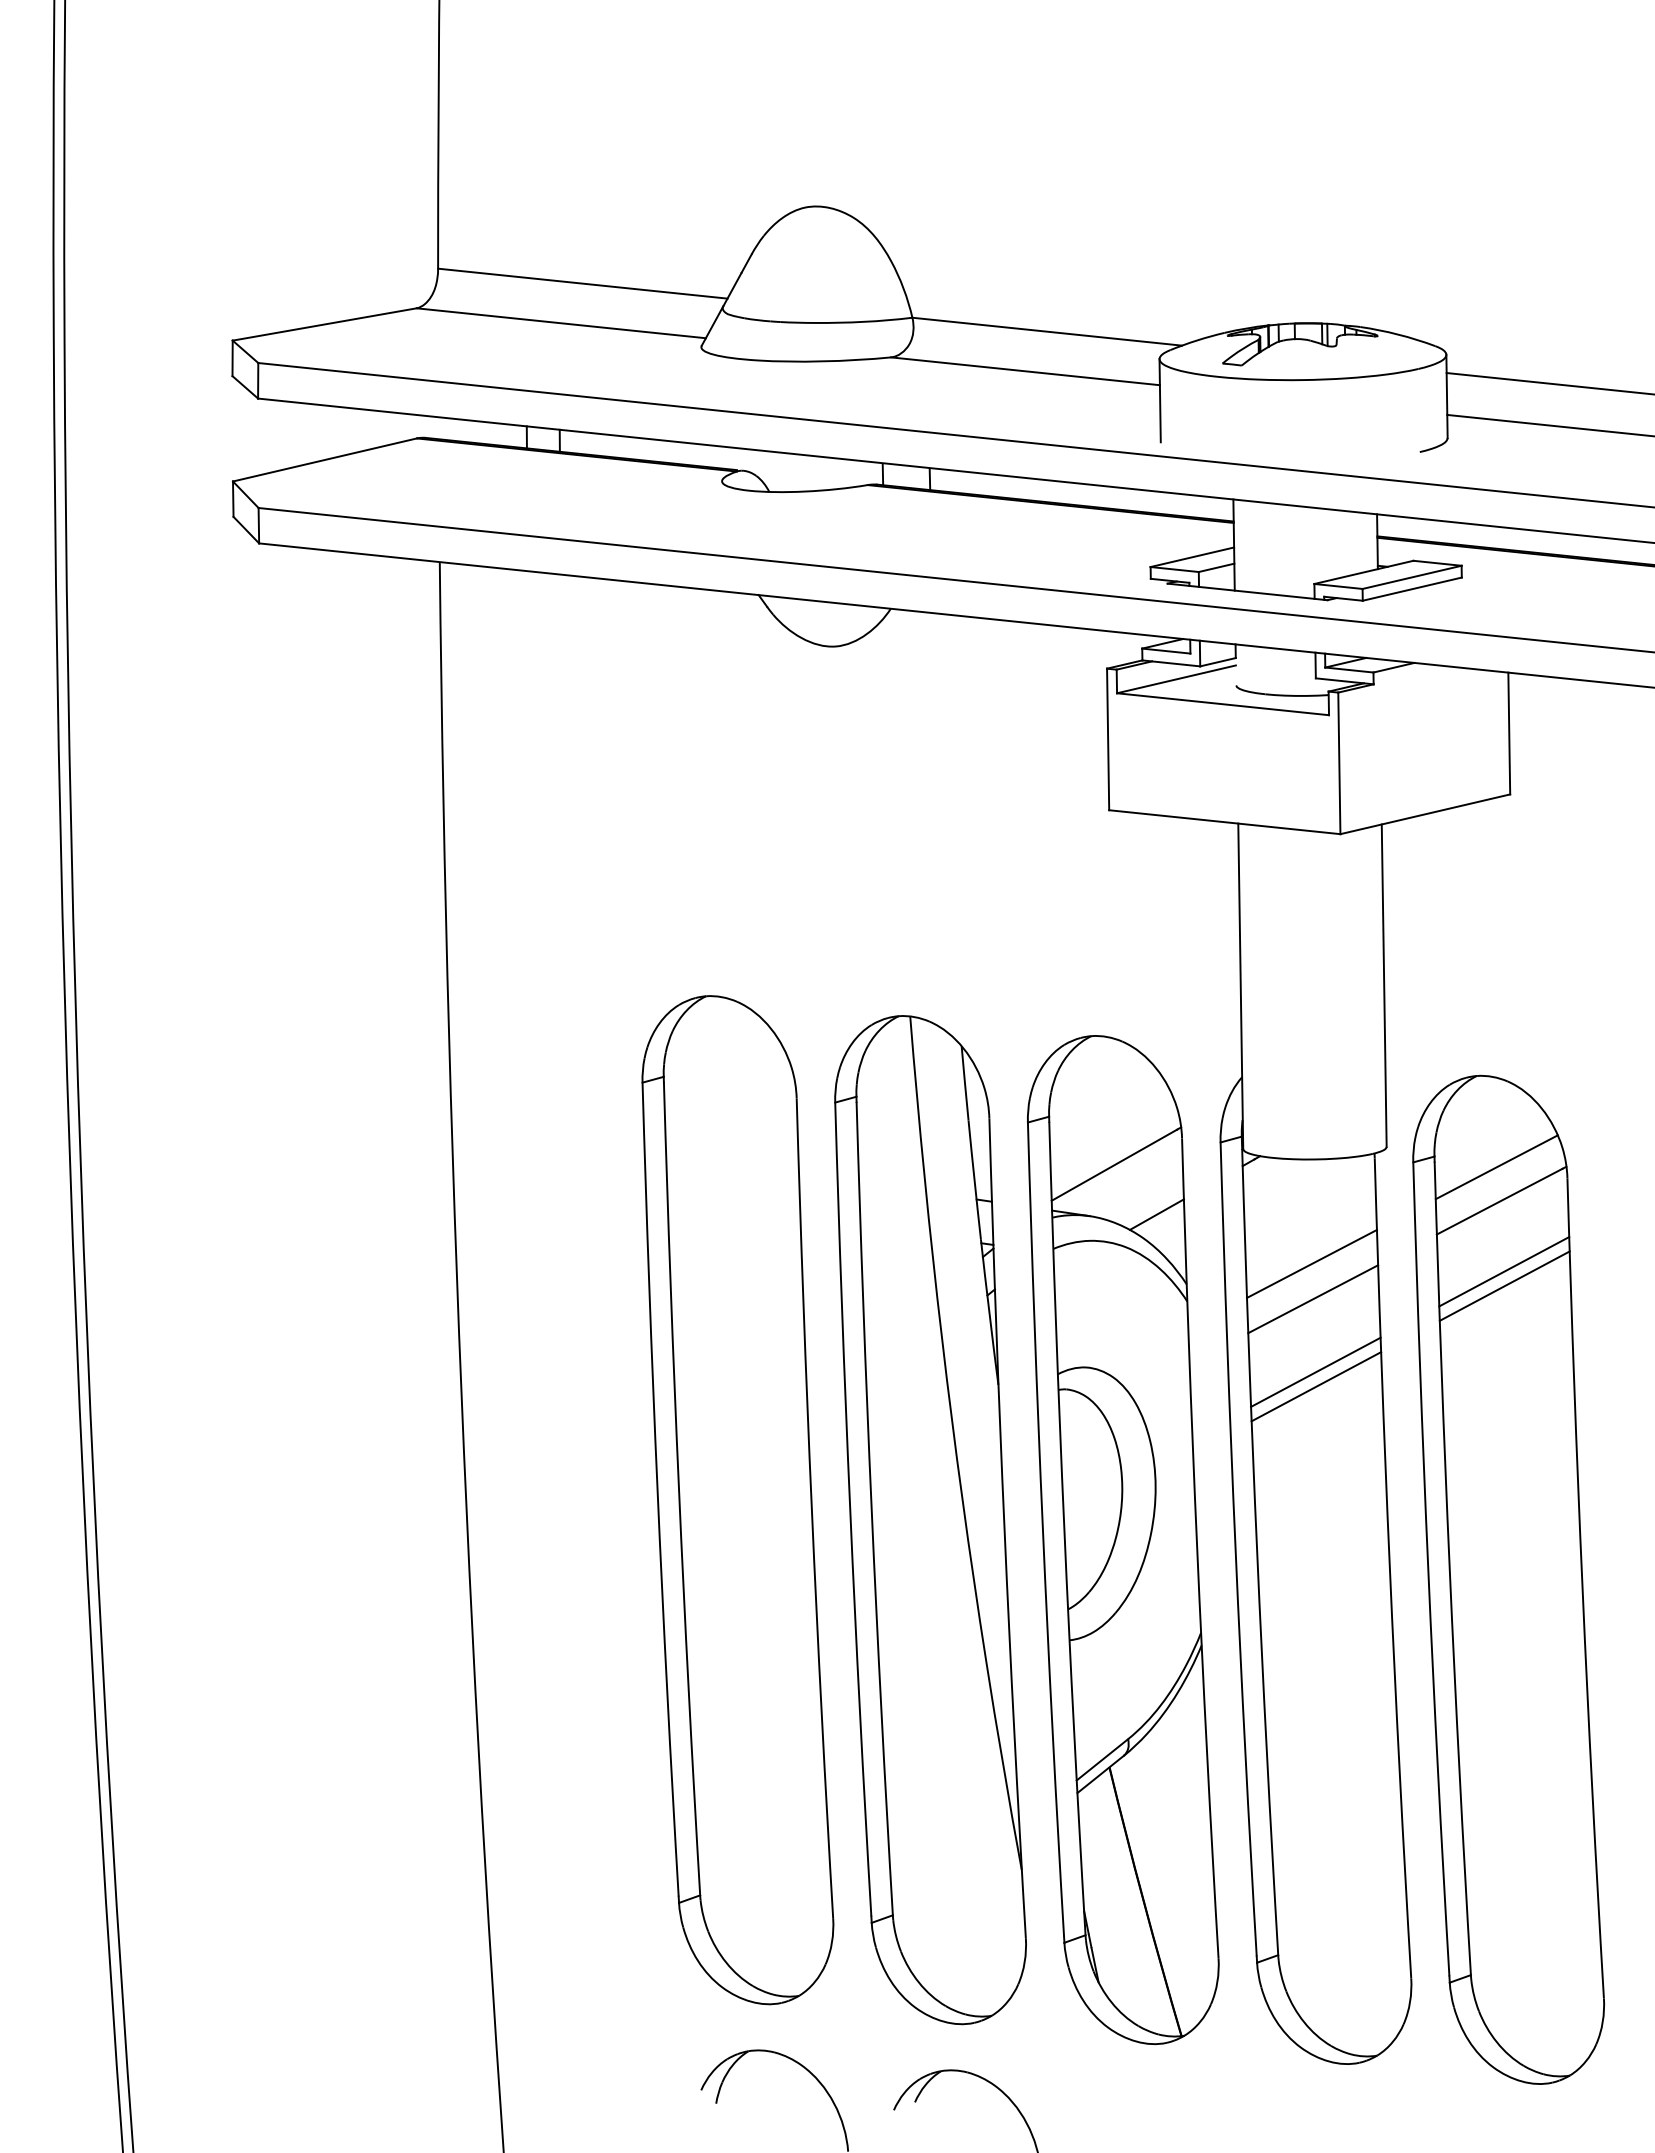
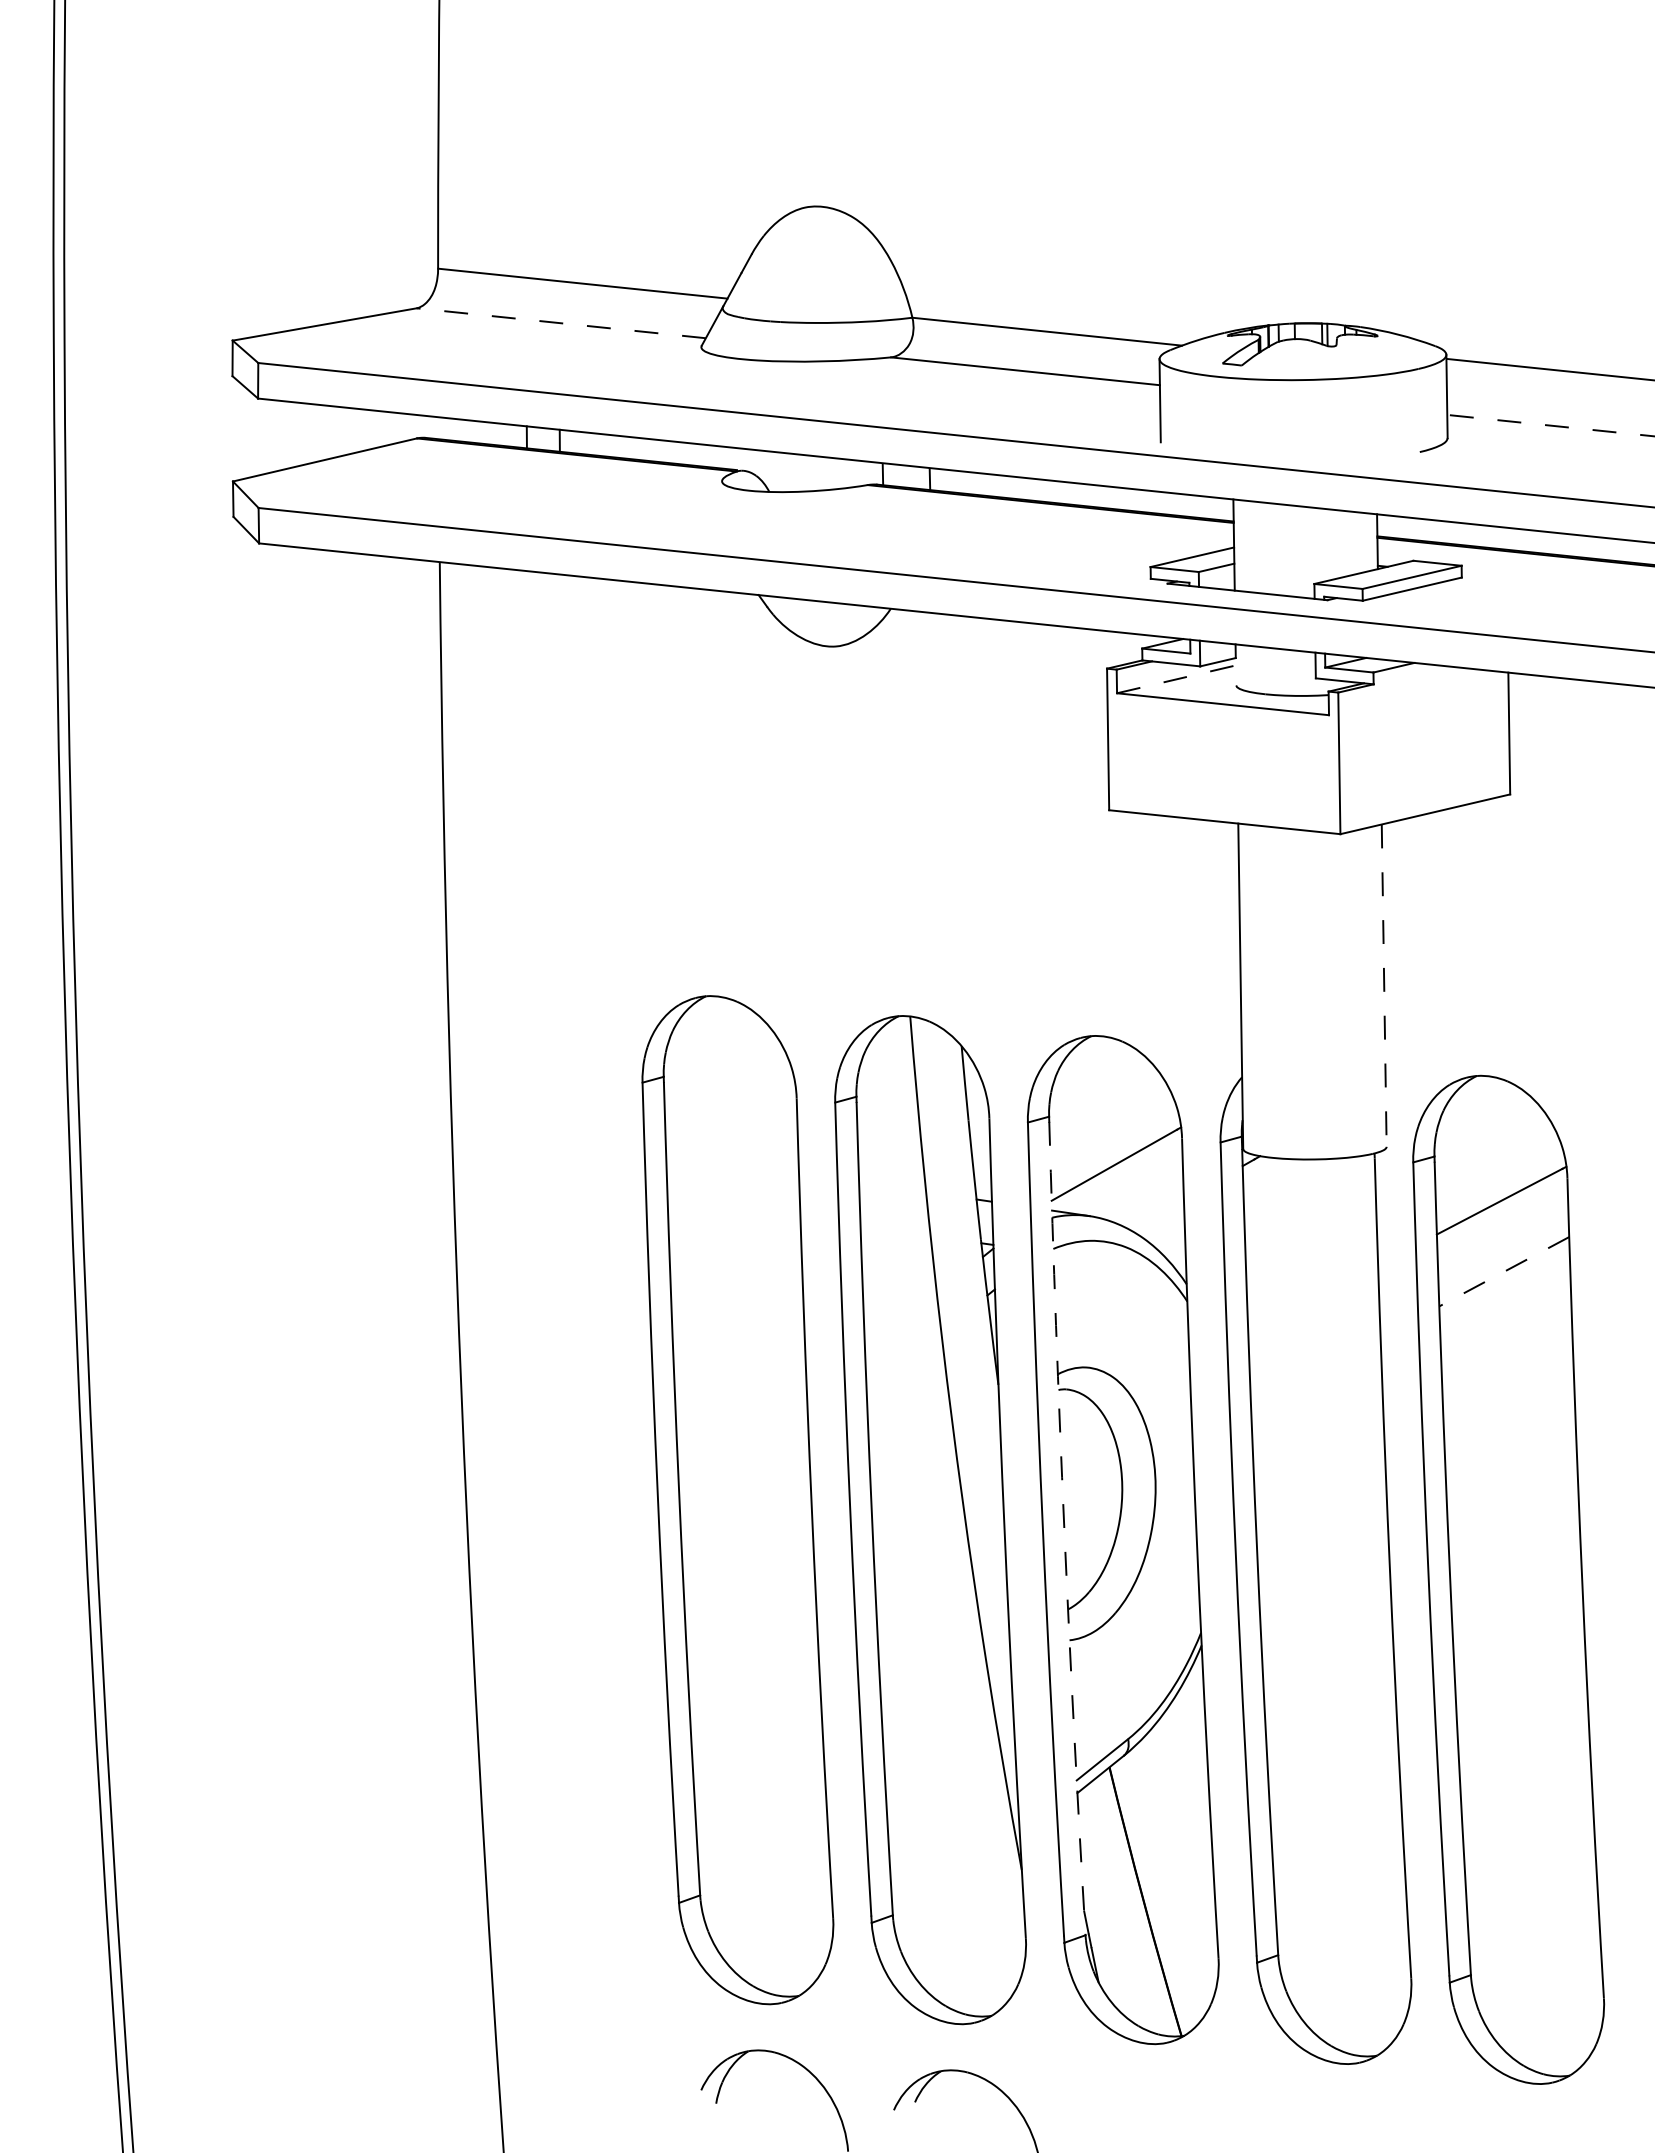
line at (560, 323): solid -> dashed
line at (1548, 383) position: (1548, 383) -> (1549, 369)
line at (1550, 425): solid -> dashed
line at (1176, 679): solid -> dashed
line at (1384, 986): solid -> dashed
line at (1496, 1167): present -> none
line at (1156, 1214): present -> none
line at (1311, 1263): present -> none
line at (1504, 1271): solid -> dashed
line at (1504, 1285): present -> none
line at (1313, 1299): present -> none
line at (1315, 1371): present -> none
line at (1316, 1386): present -> none
arc at (1064, 1528): solid -> dashed
